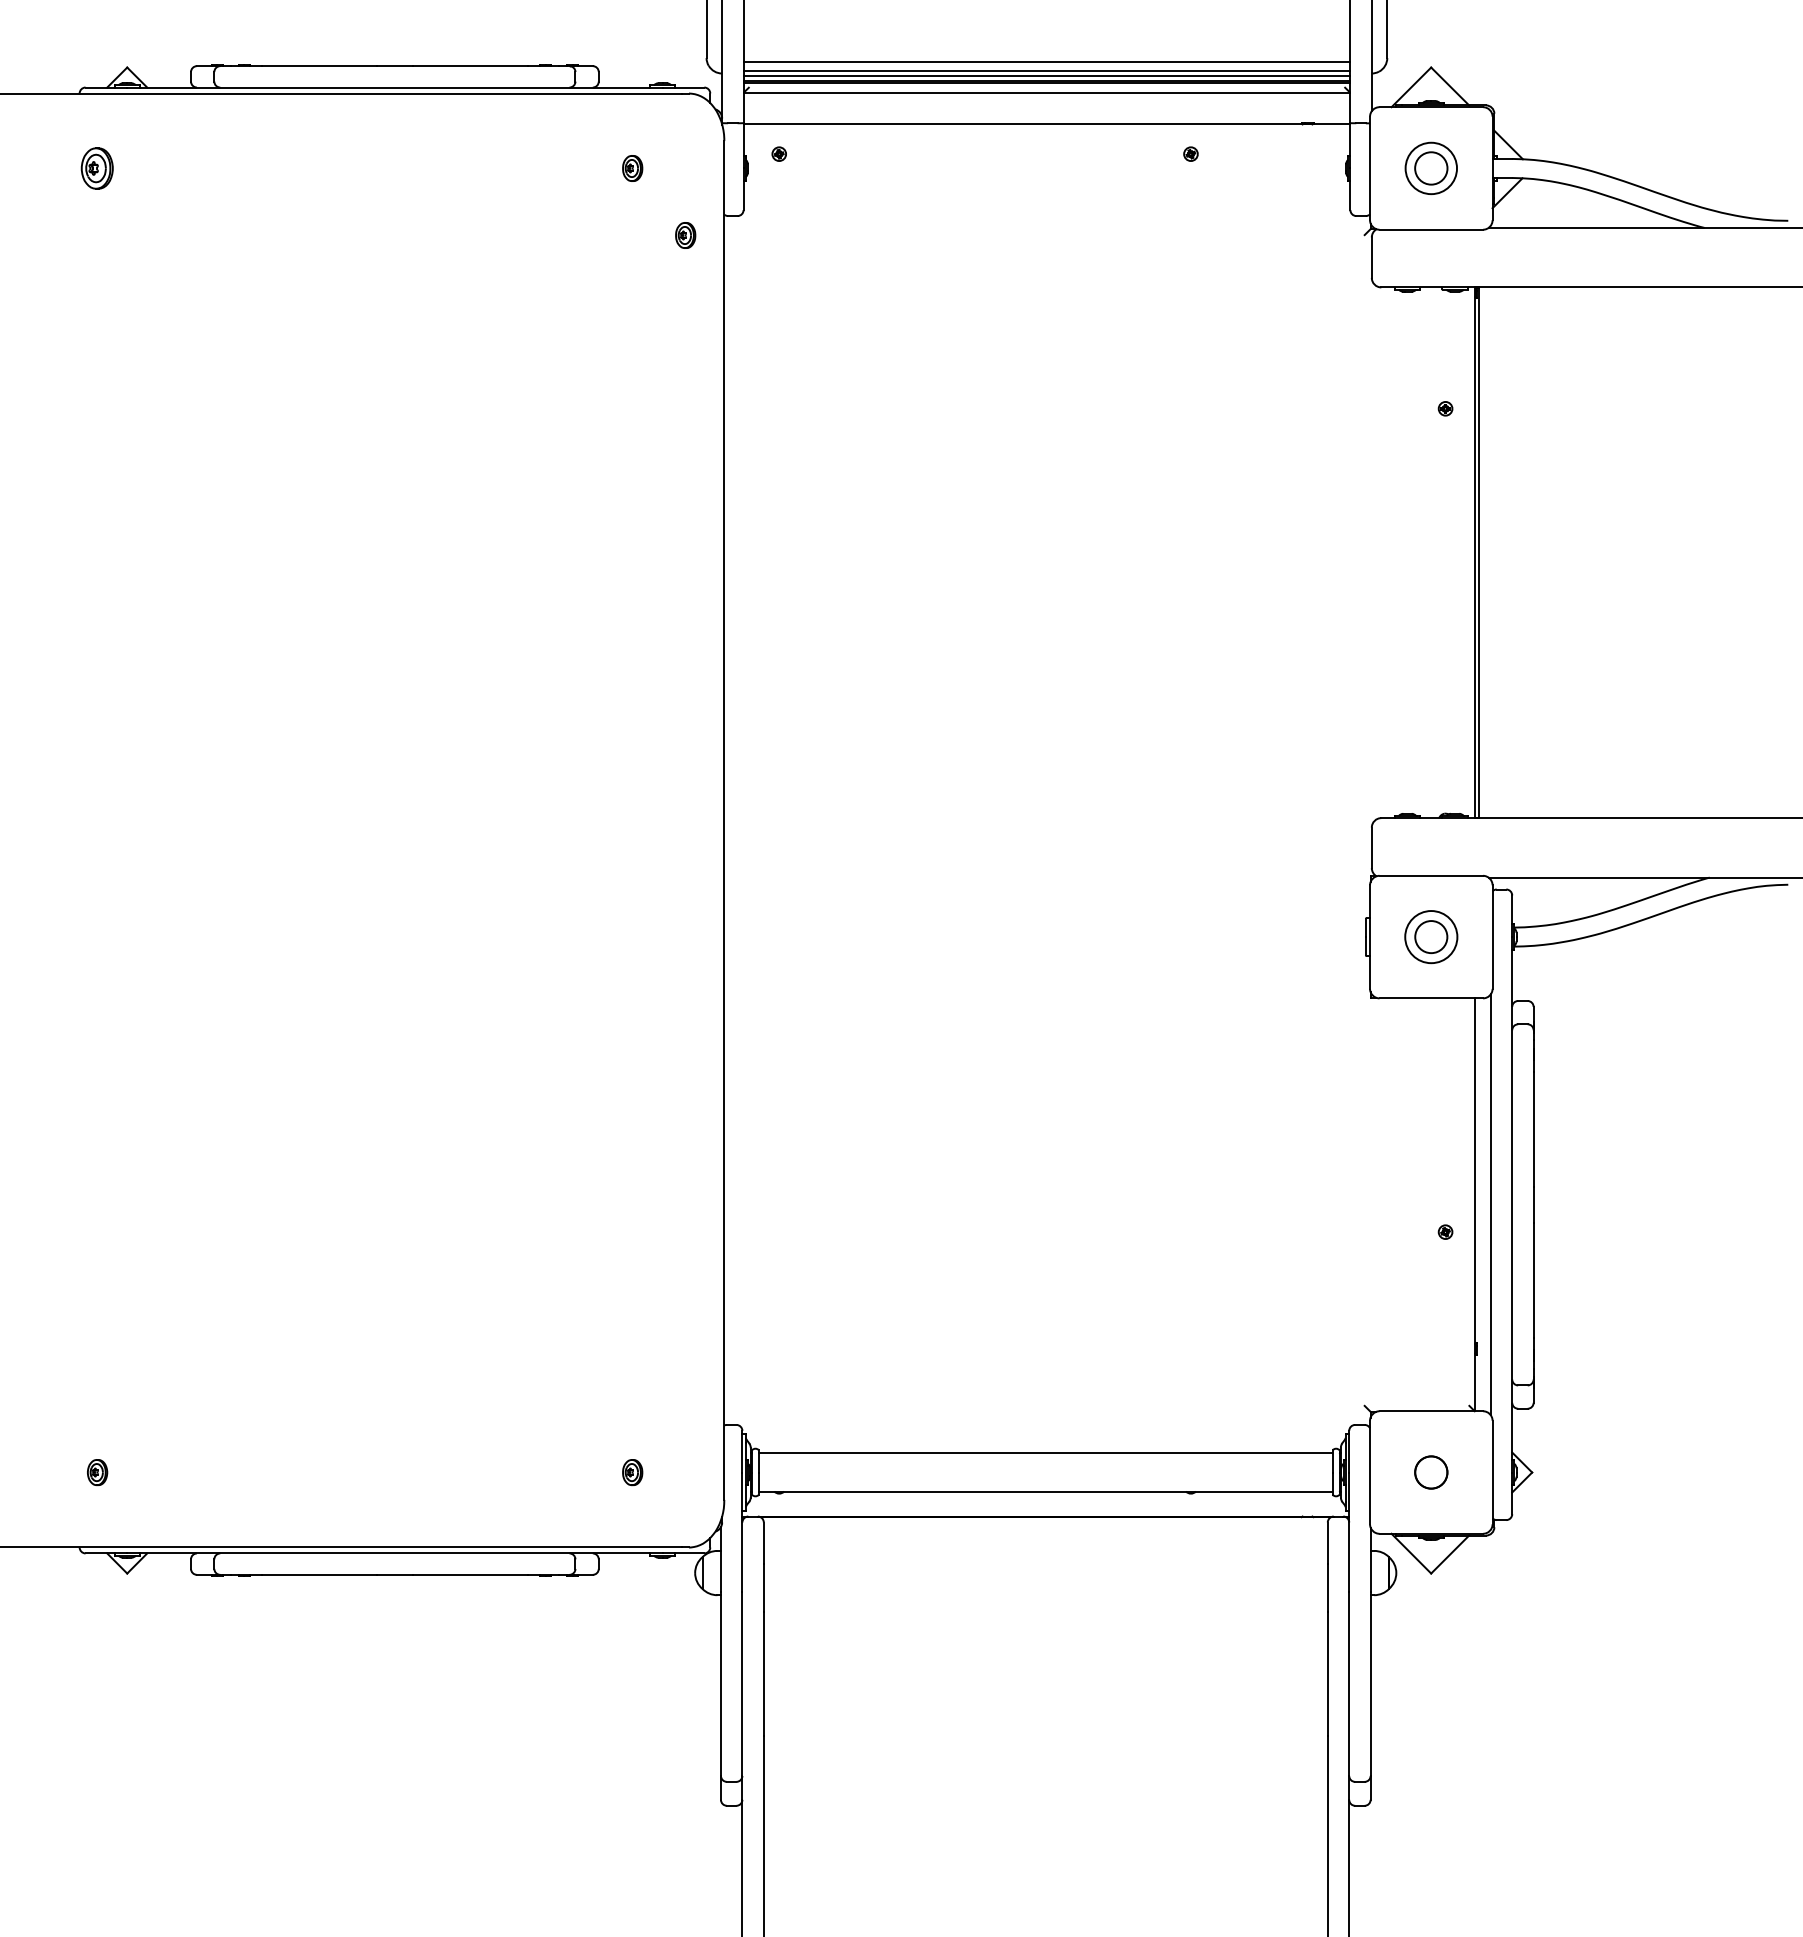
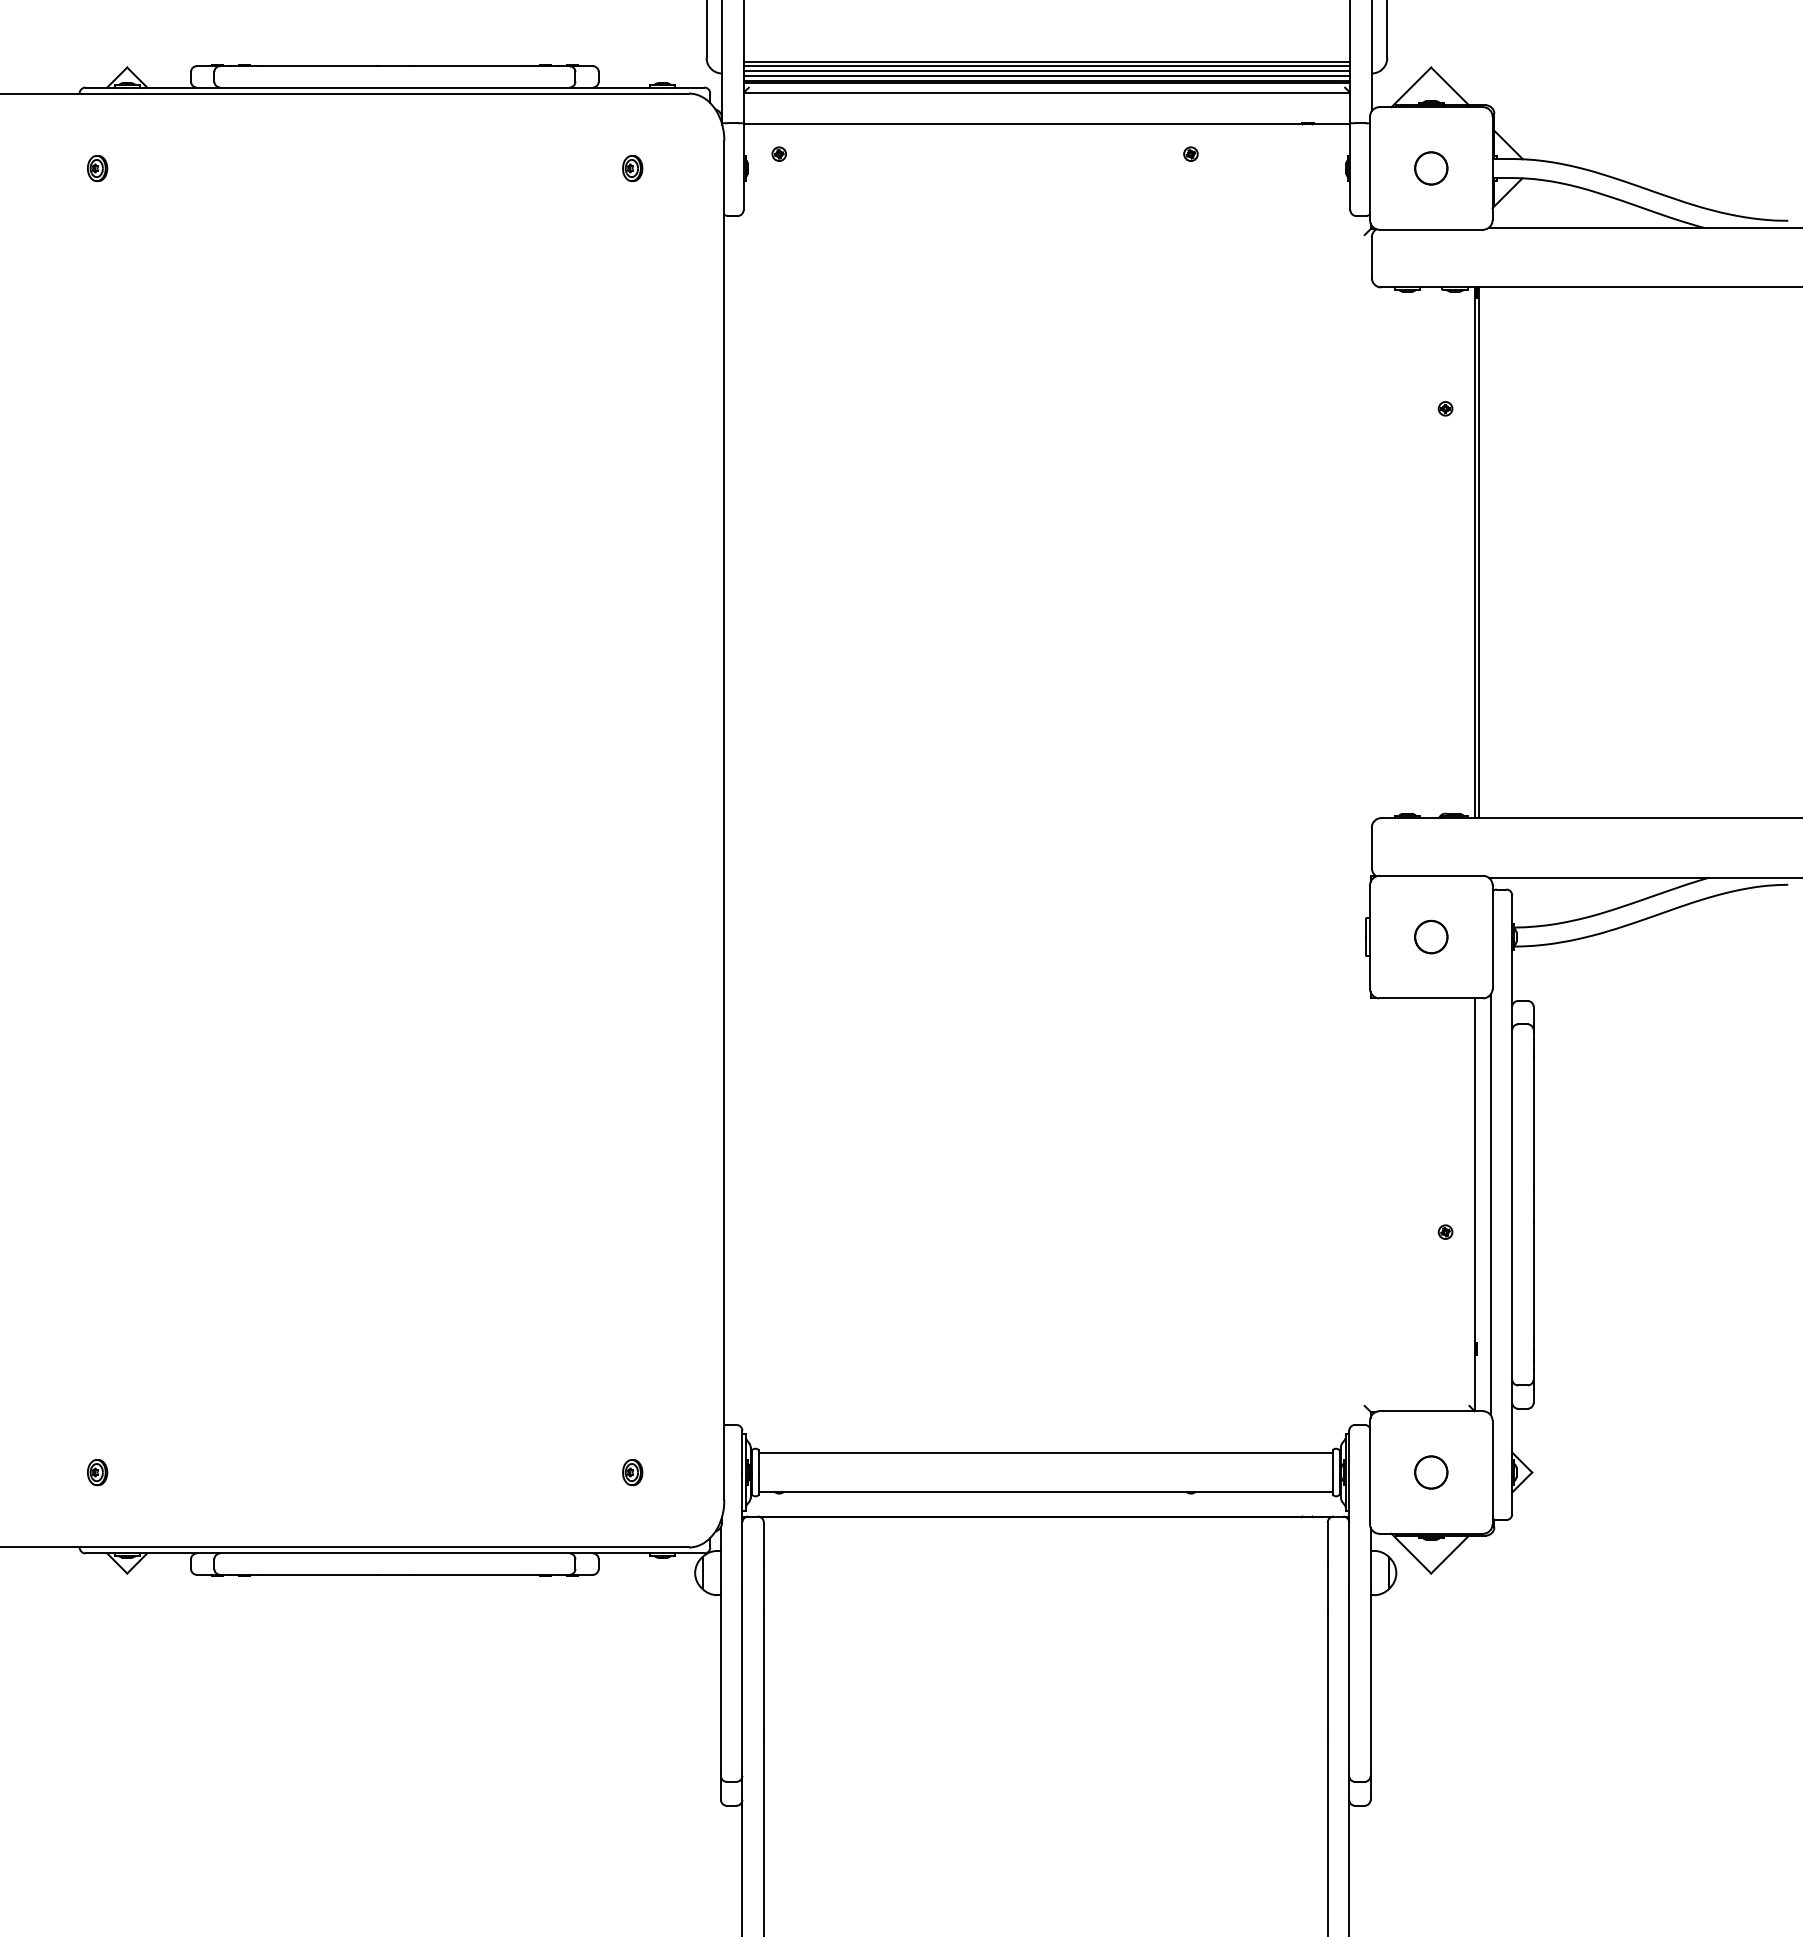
line at (1046, 66): none -> present
part at (96, 168) size: 34x43 px -> 22x27 px
circle at (1431, 168) diameter: 51 px -> 32 px
part at (685, 235): present -> none
circle at (1431, 937) diameter: 52 px -> 33 px
